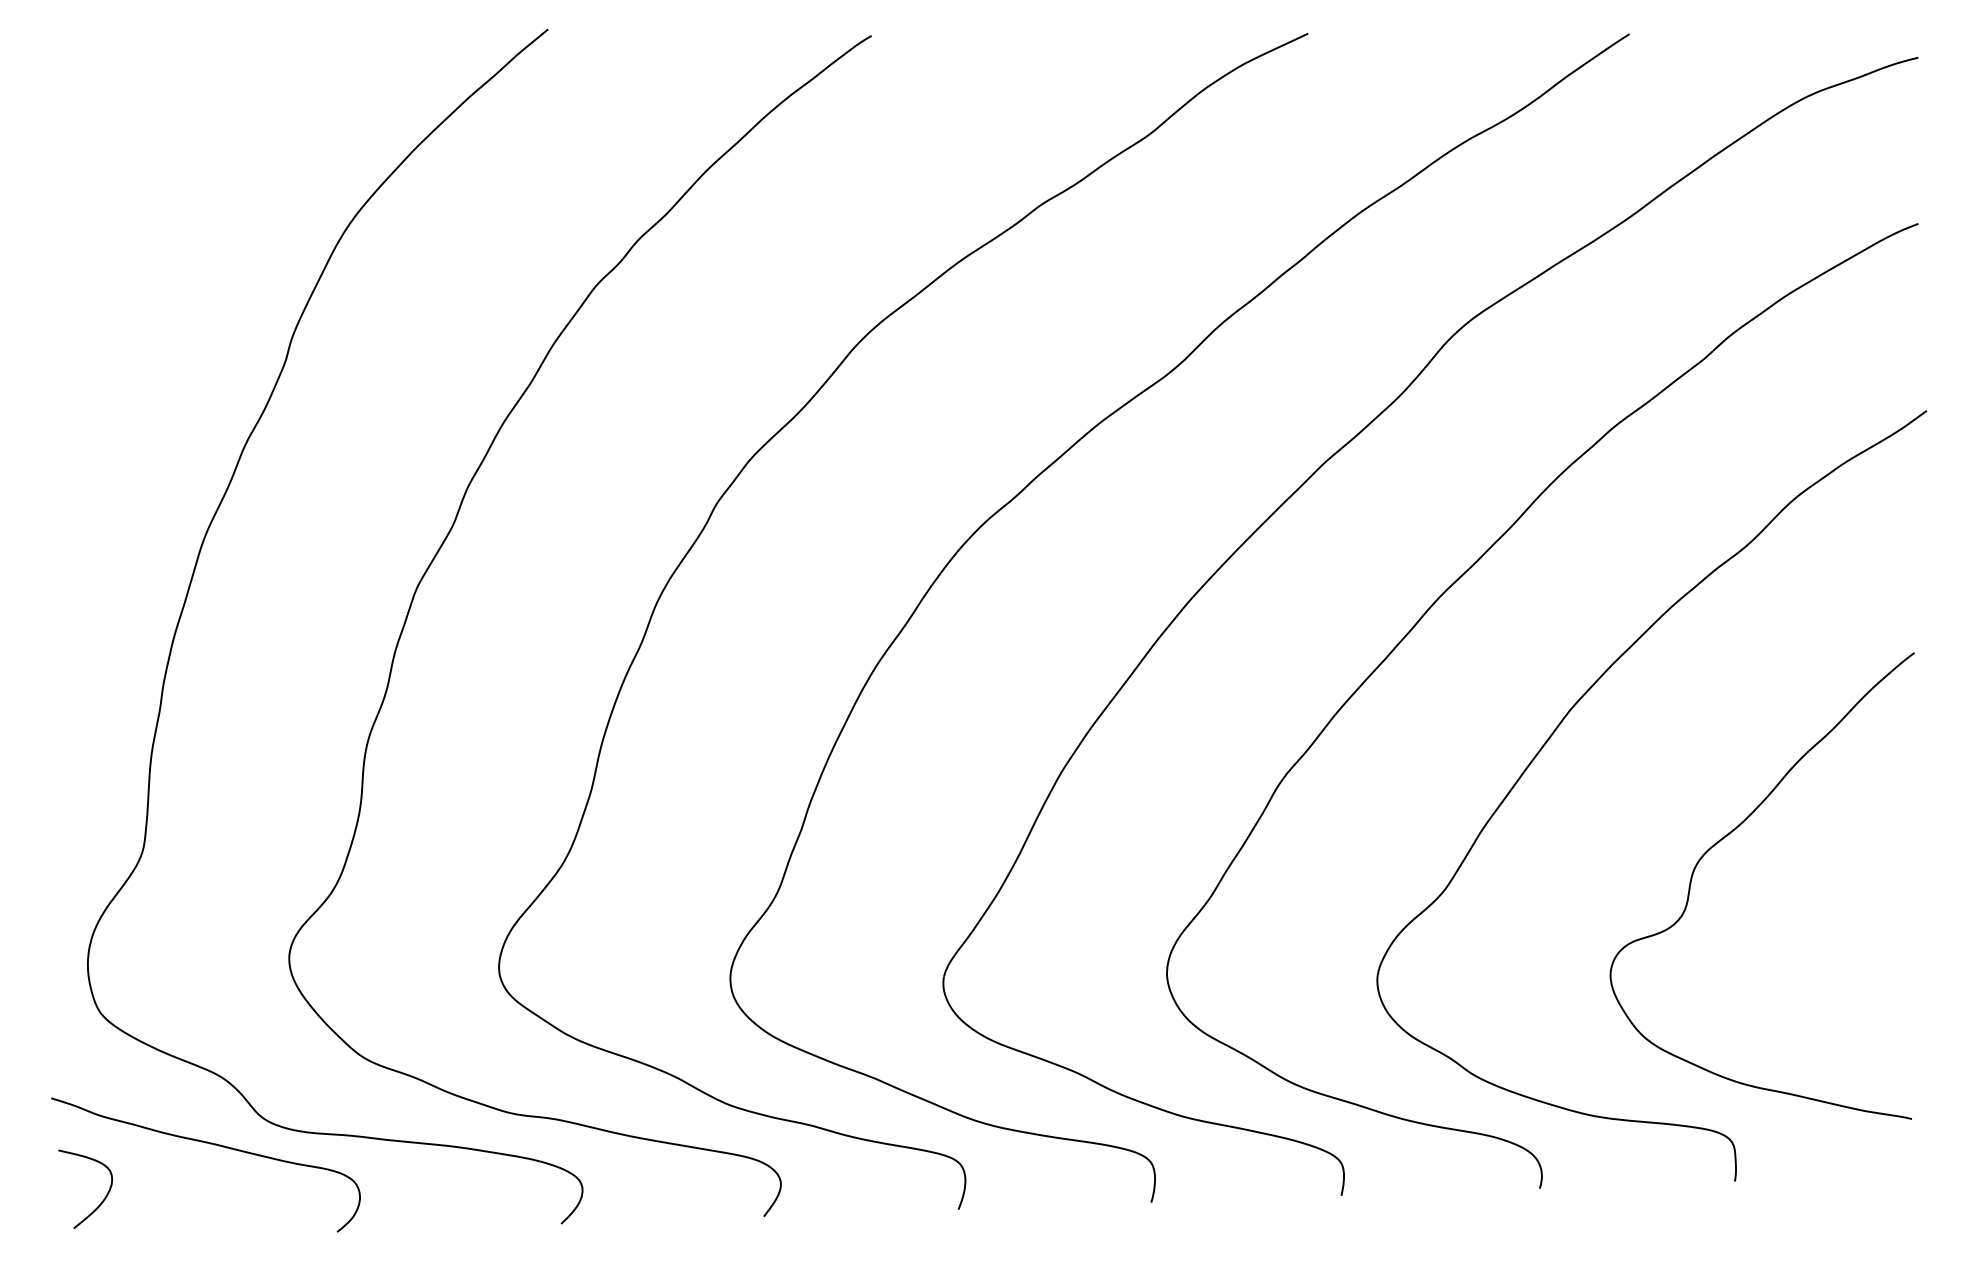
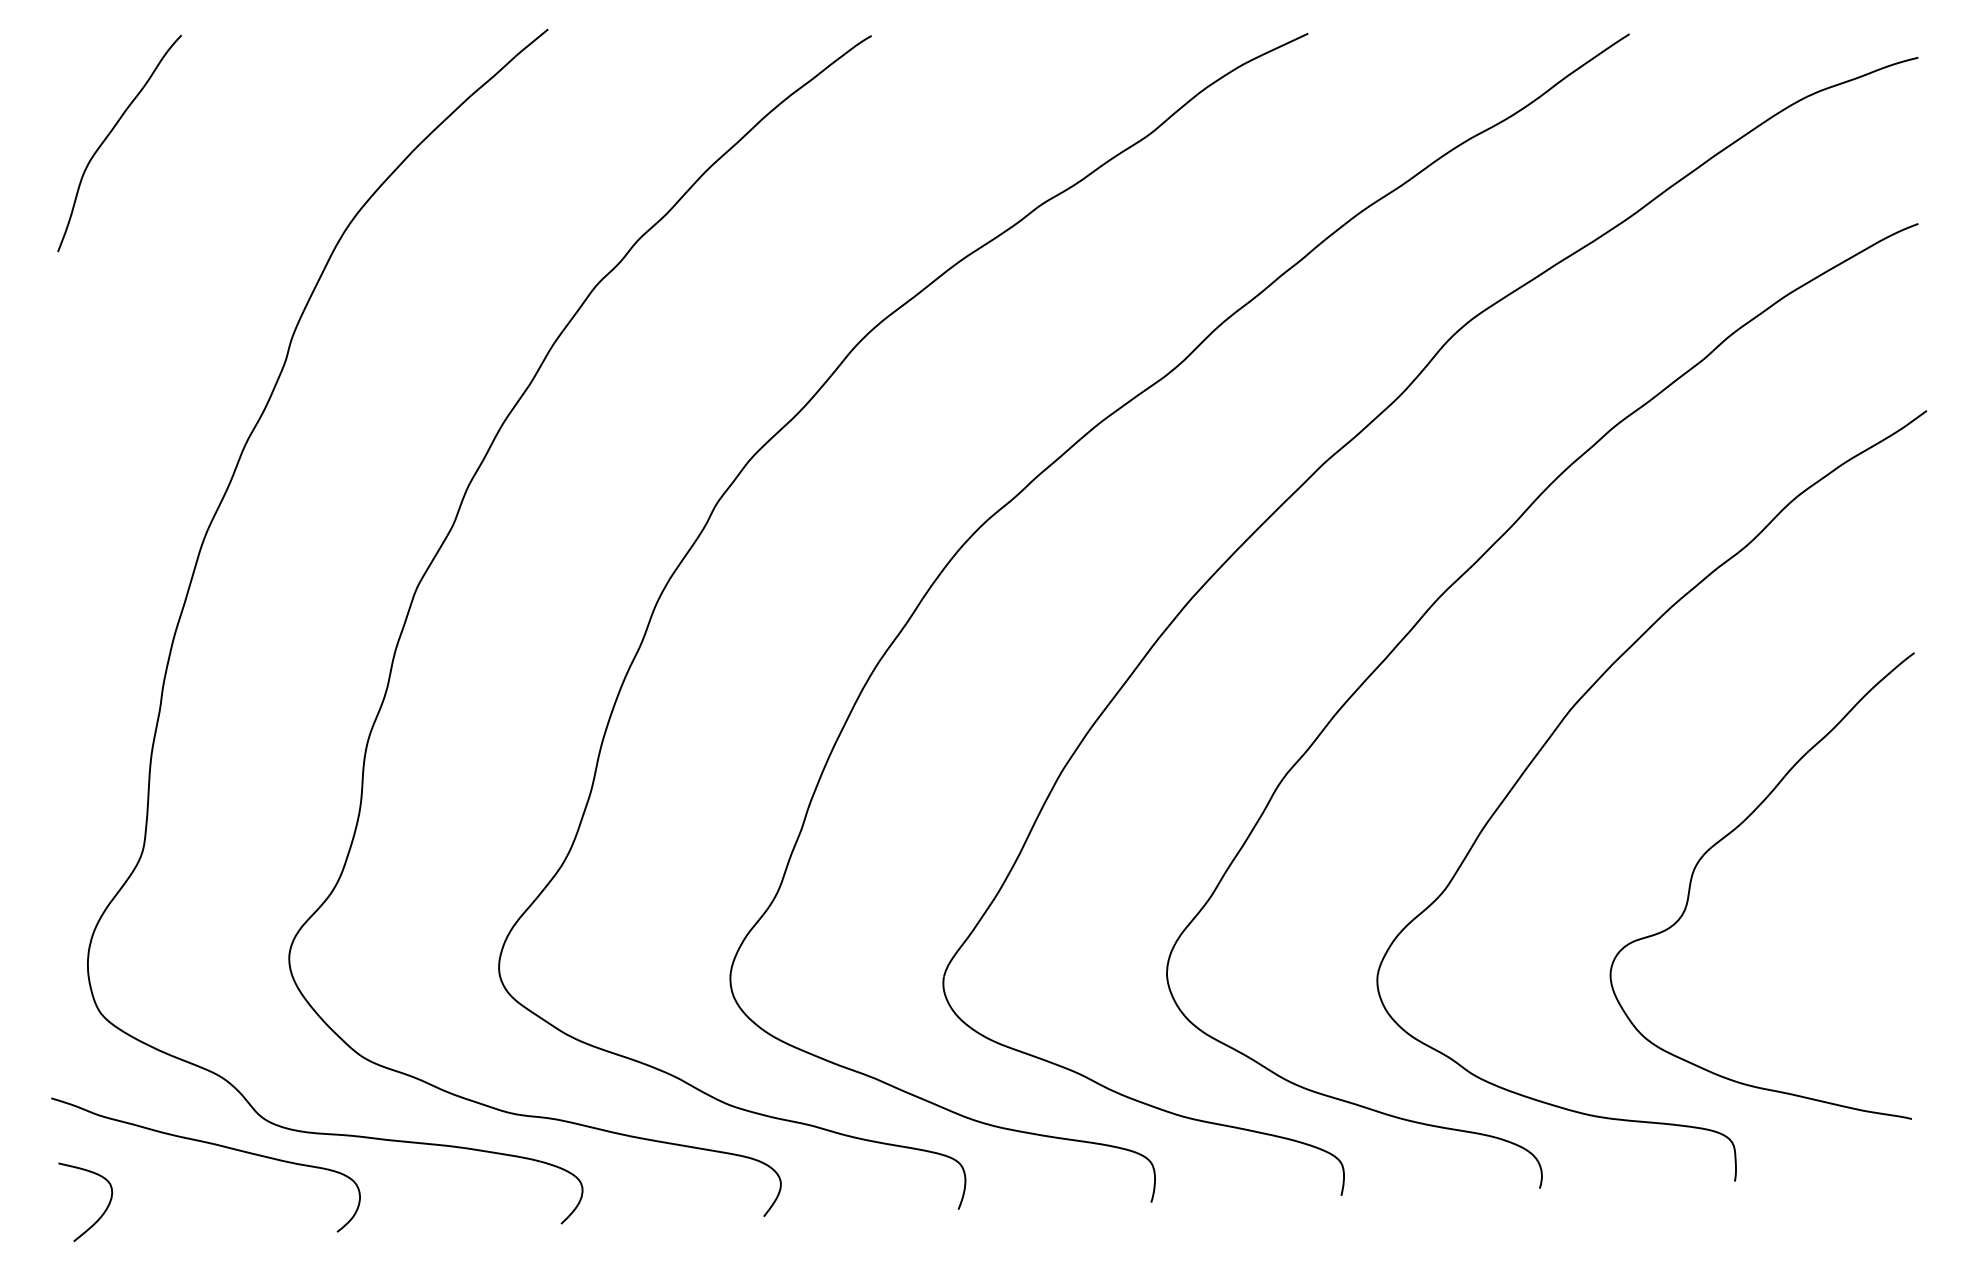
curve at (109, 135): none -> present
curve at (101, 1201) position: (101, 1201) -> (101, 1214)
